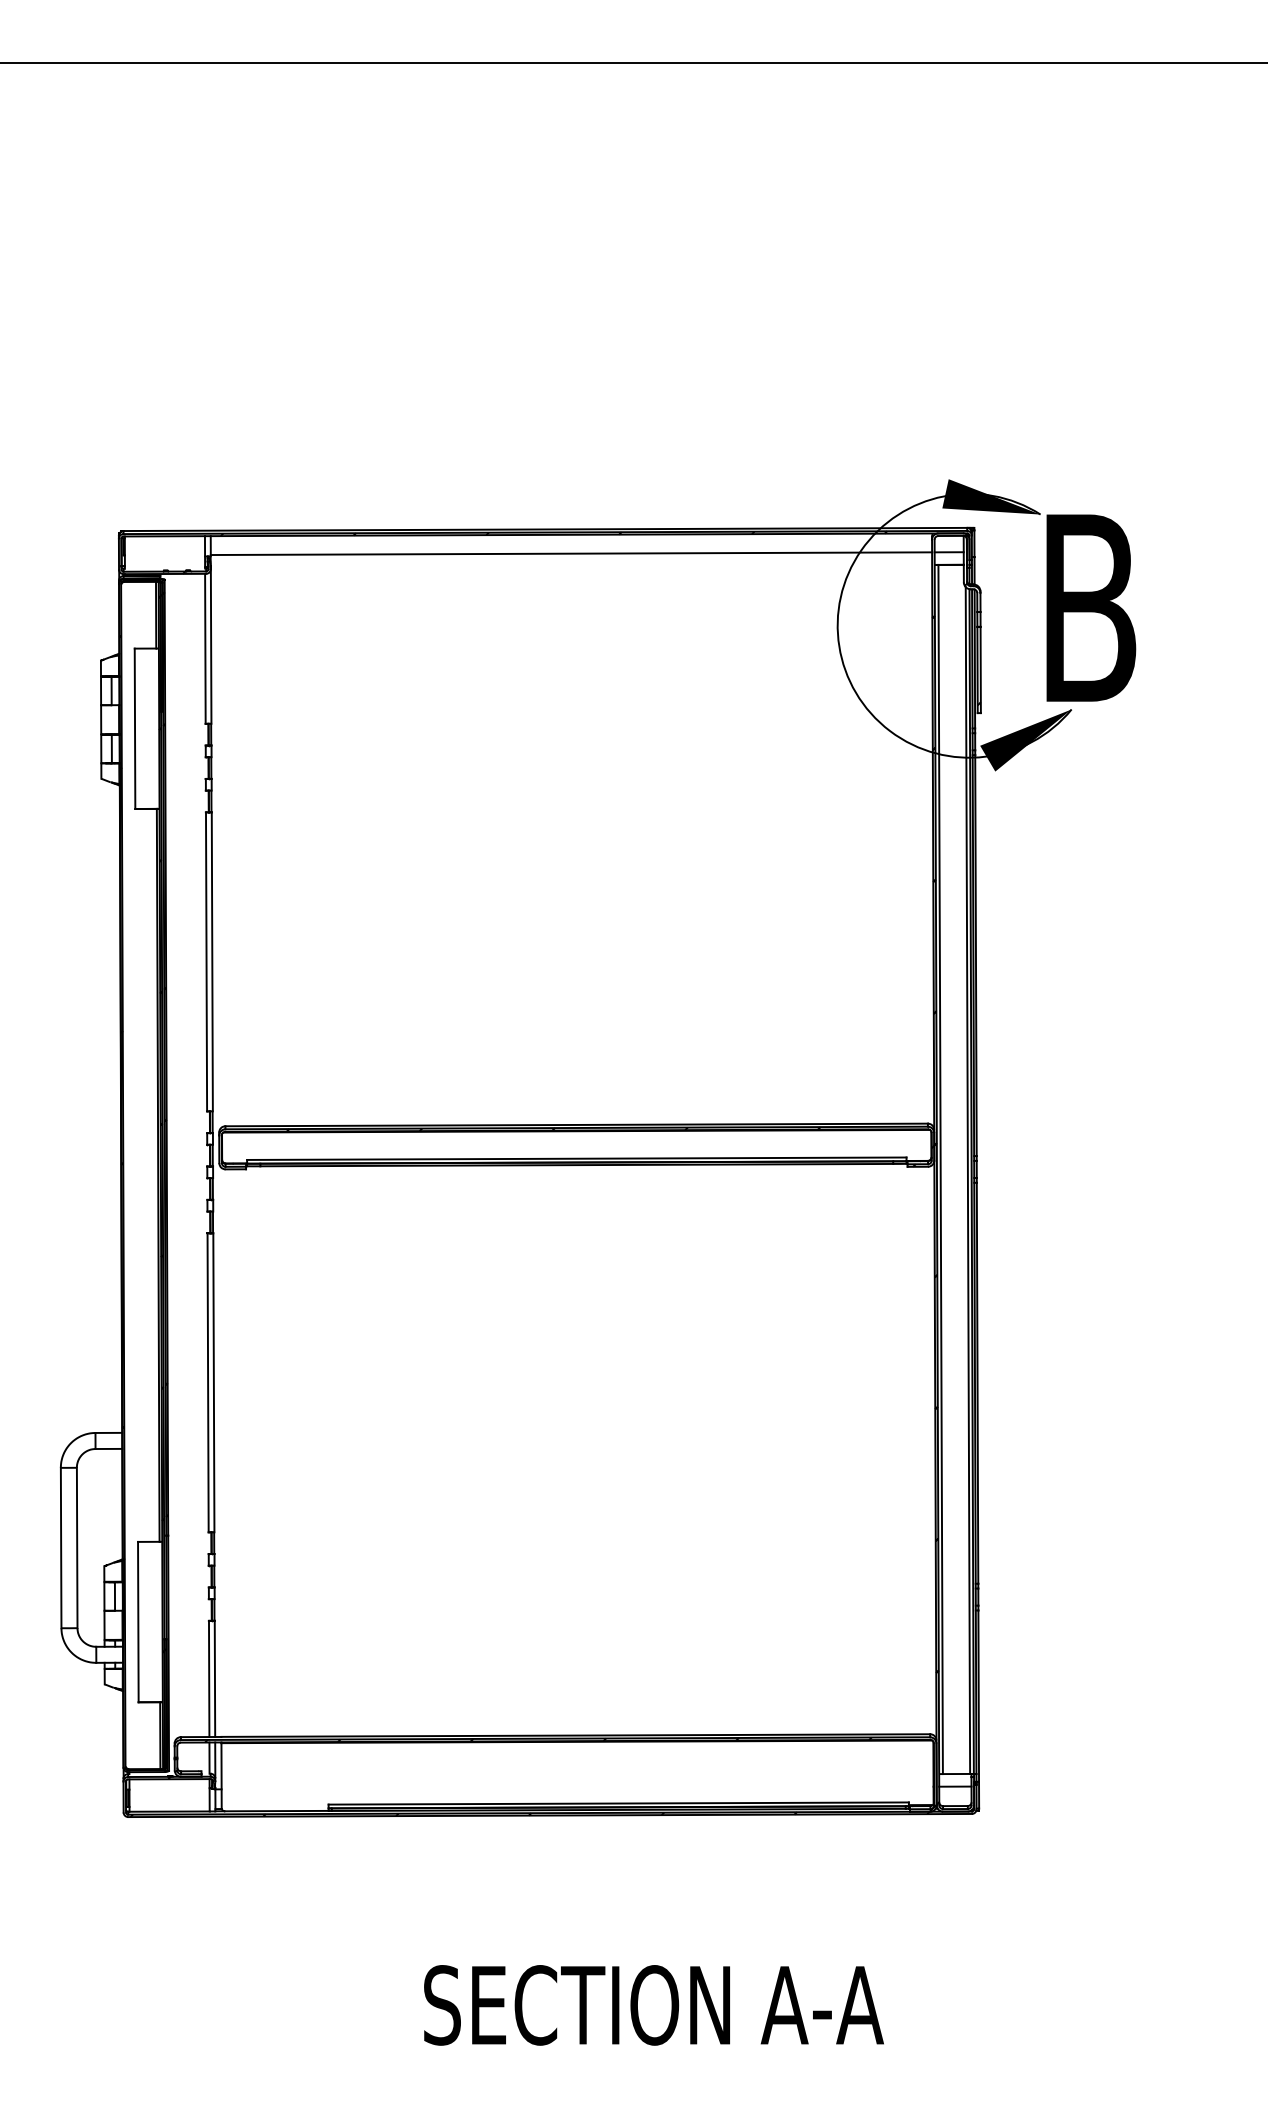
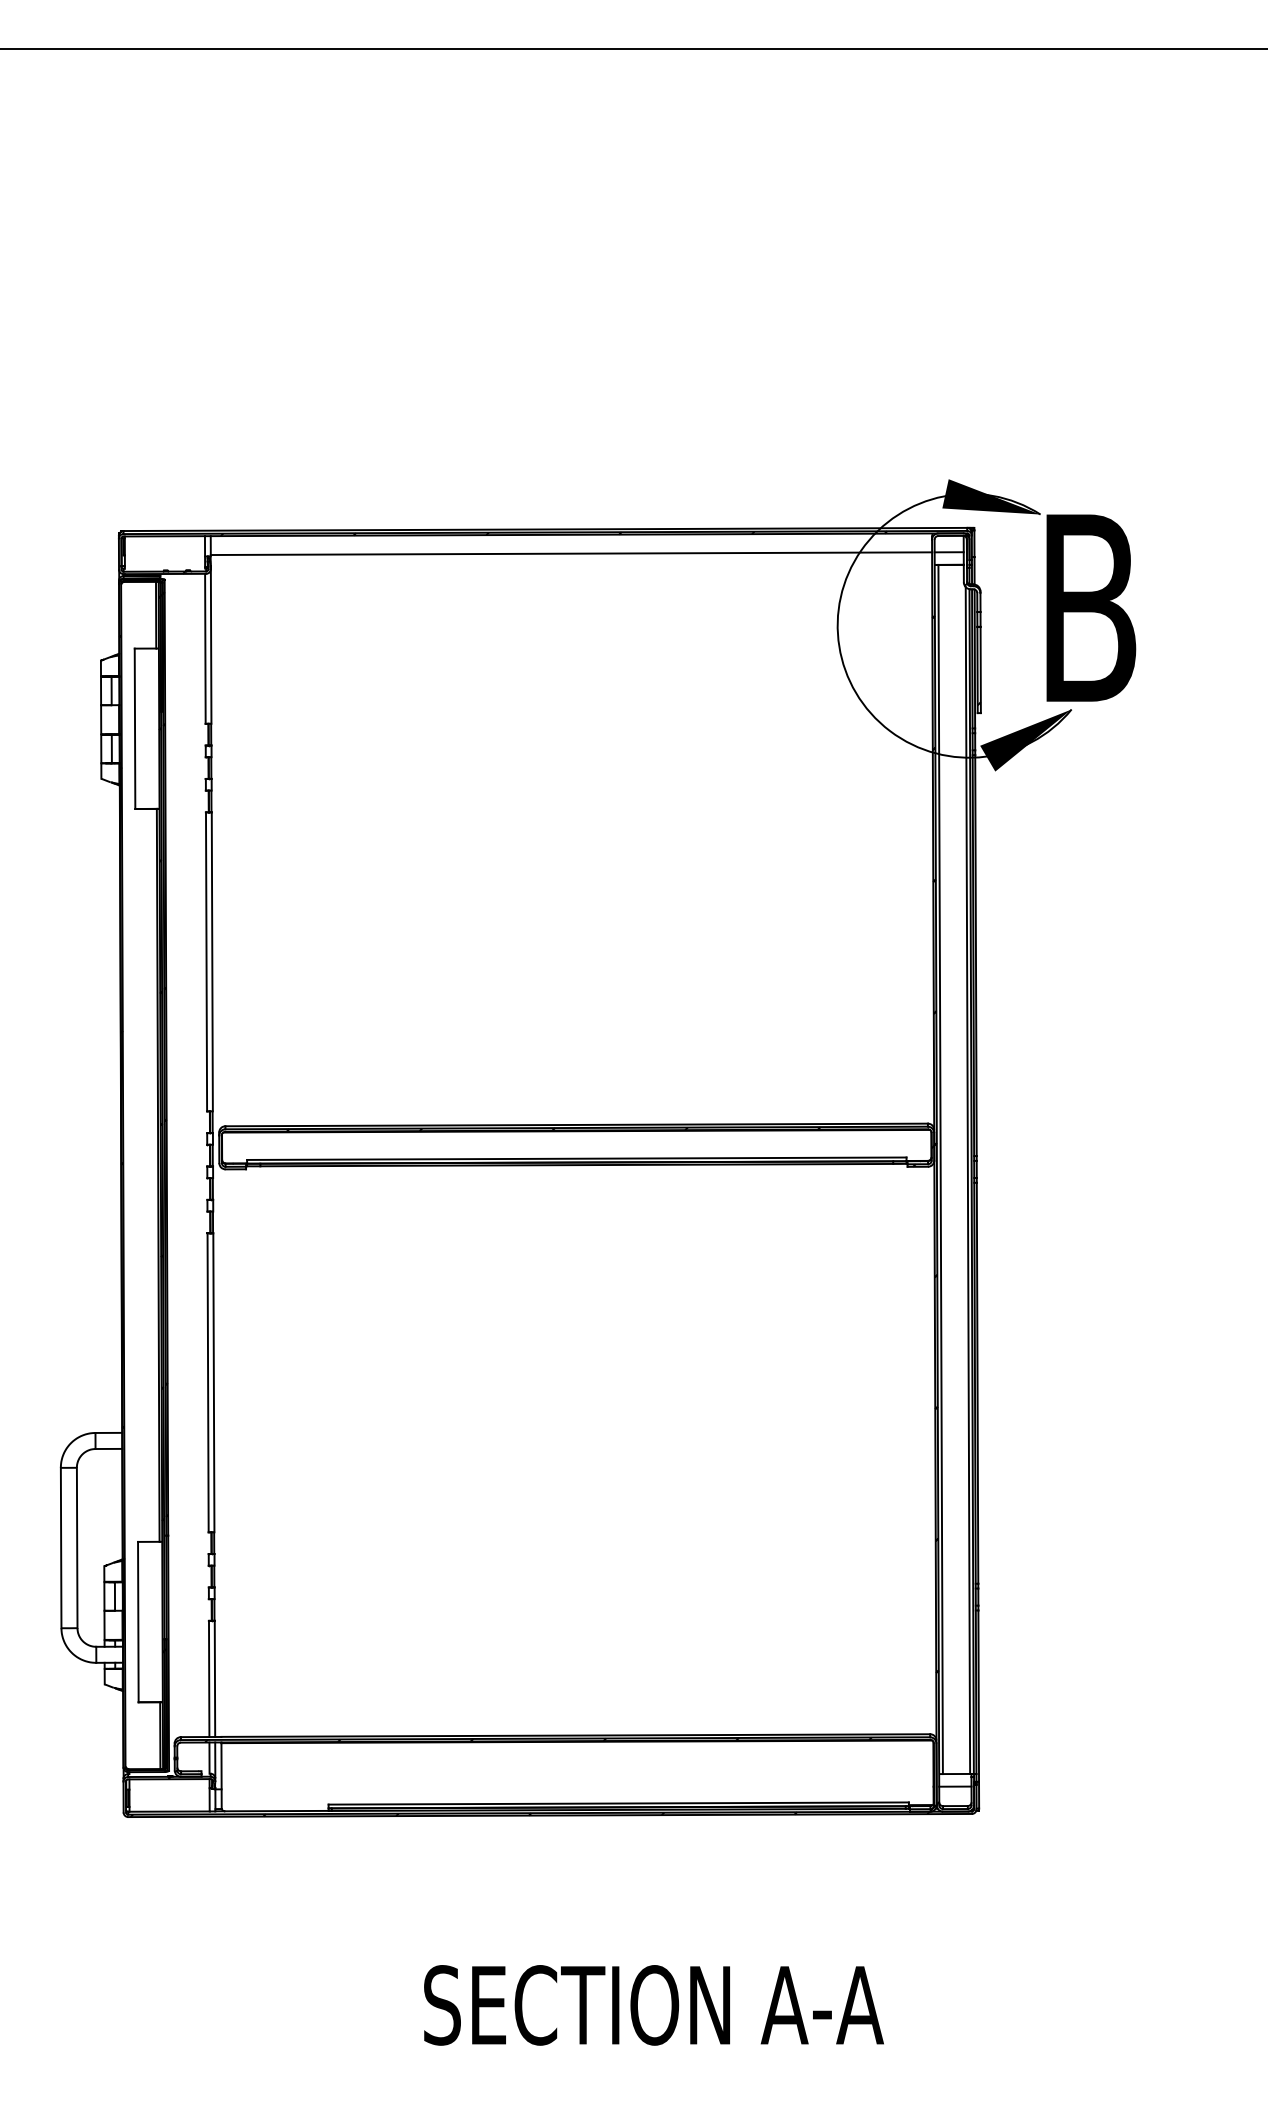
line at (633, 63) position: (633, 63) -> (633, 49)
